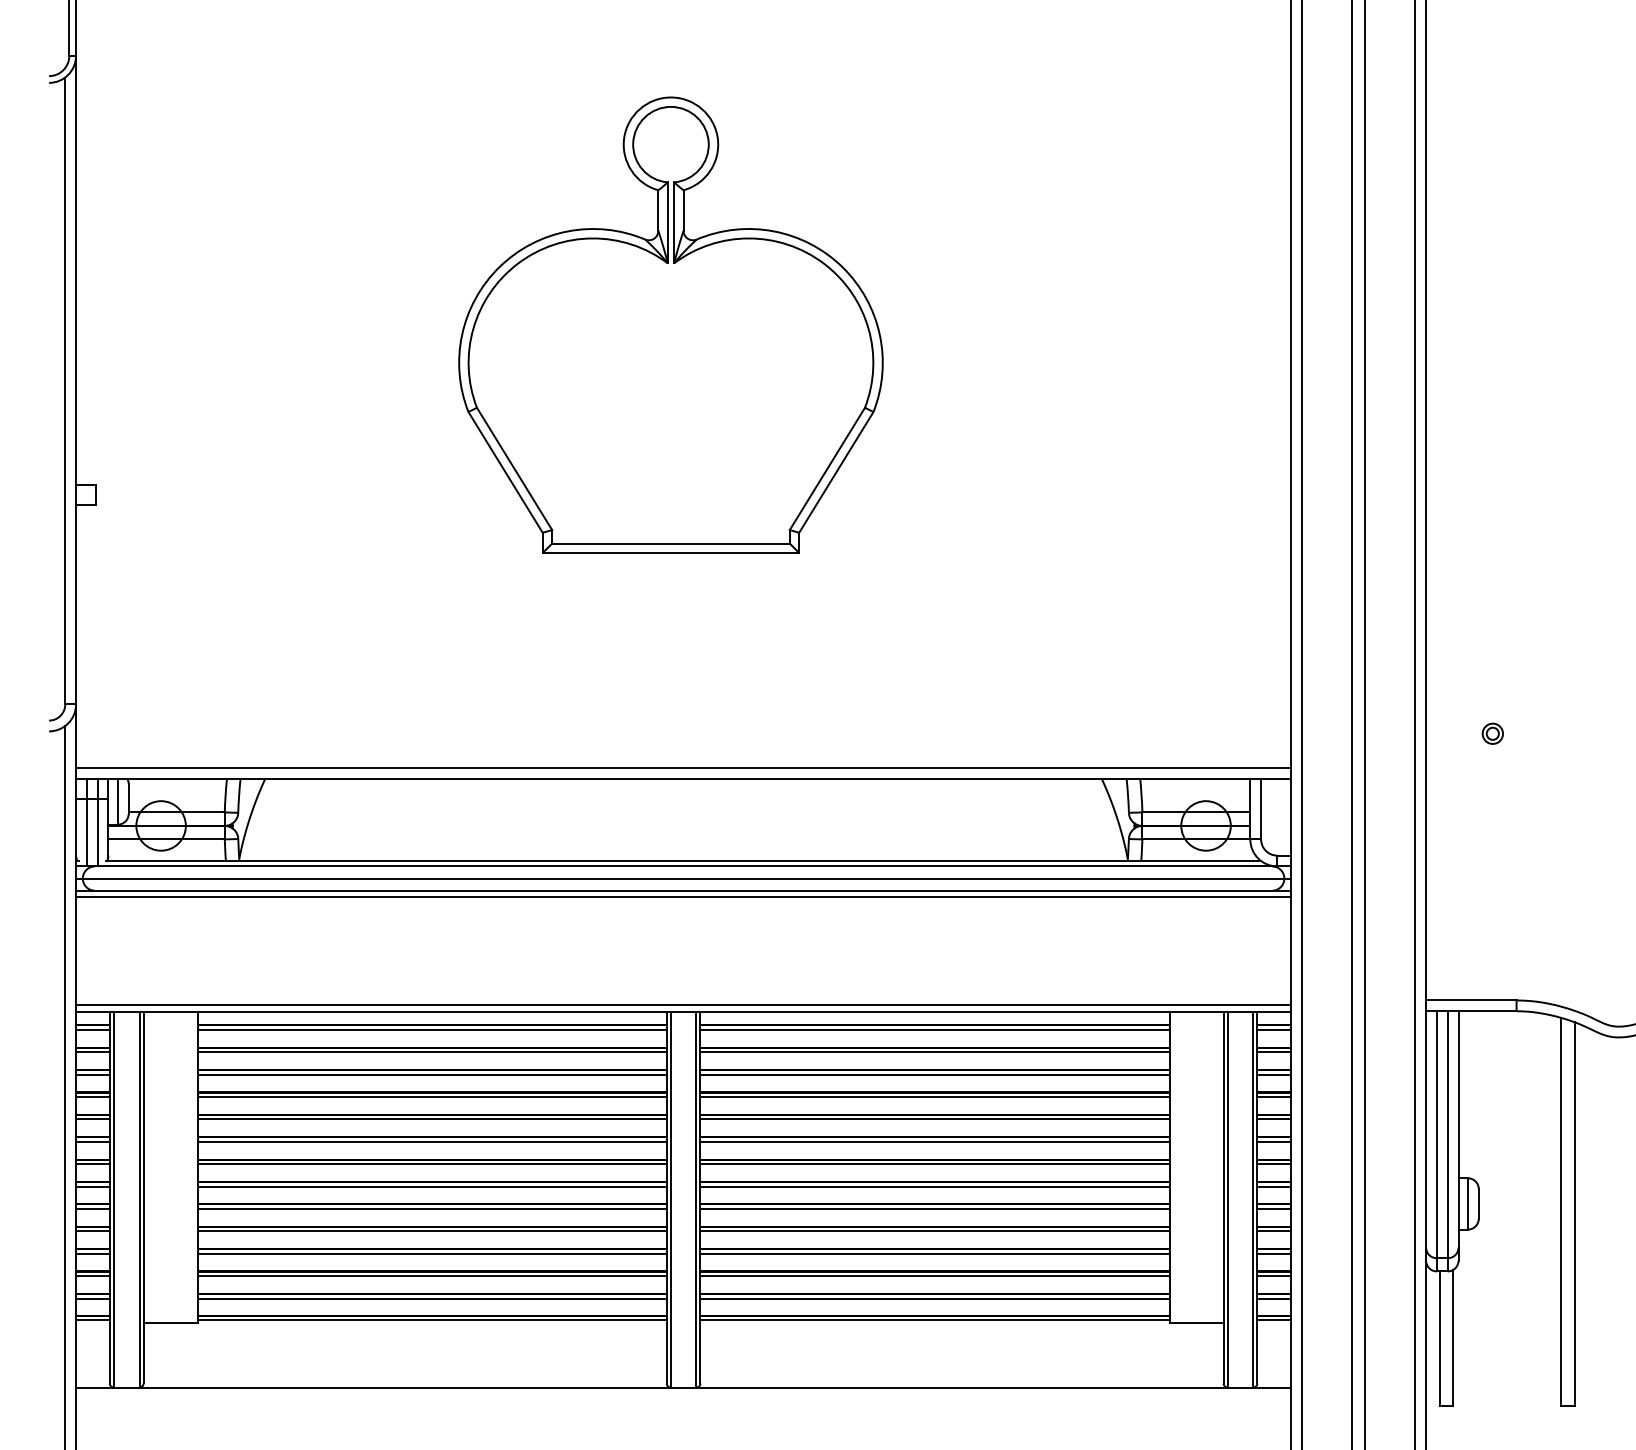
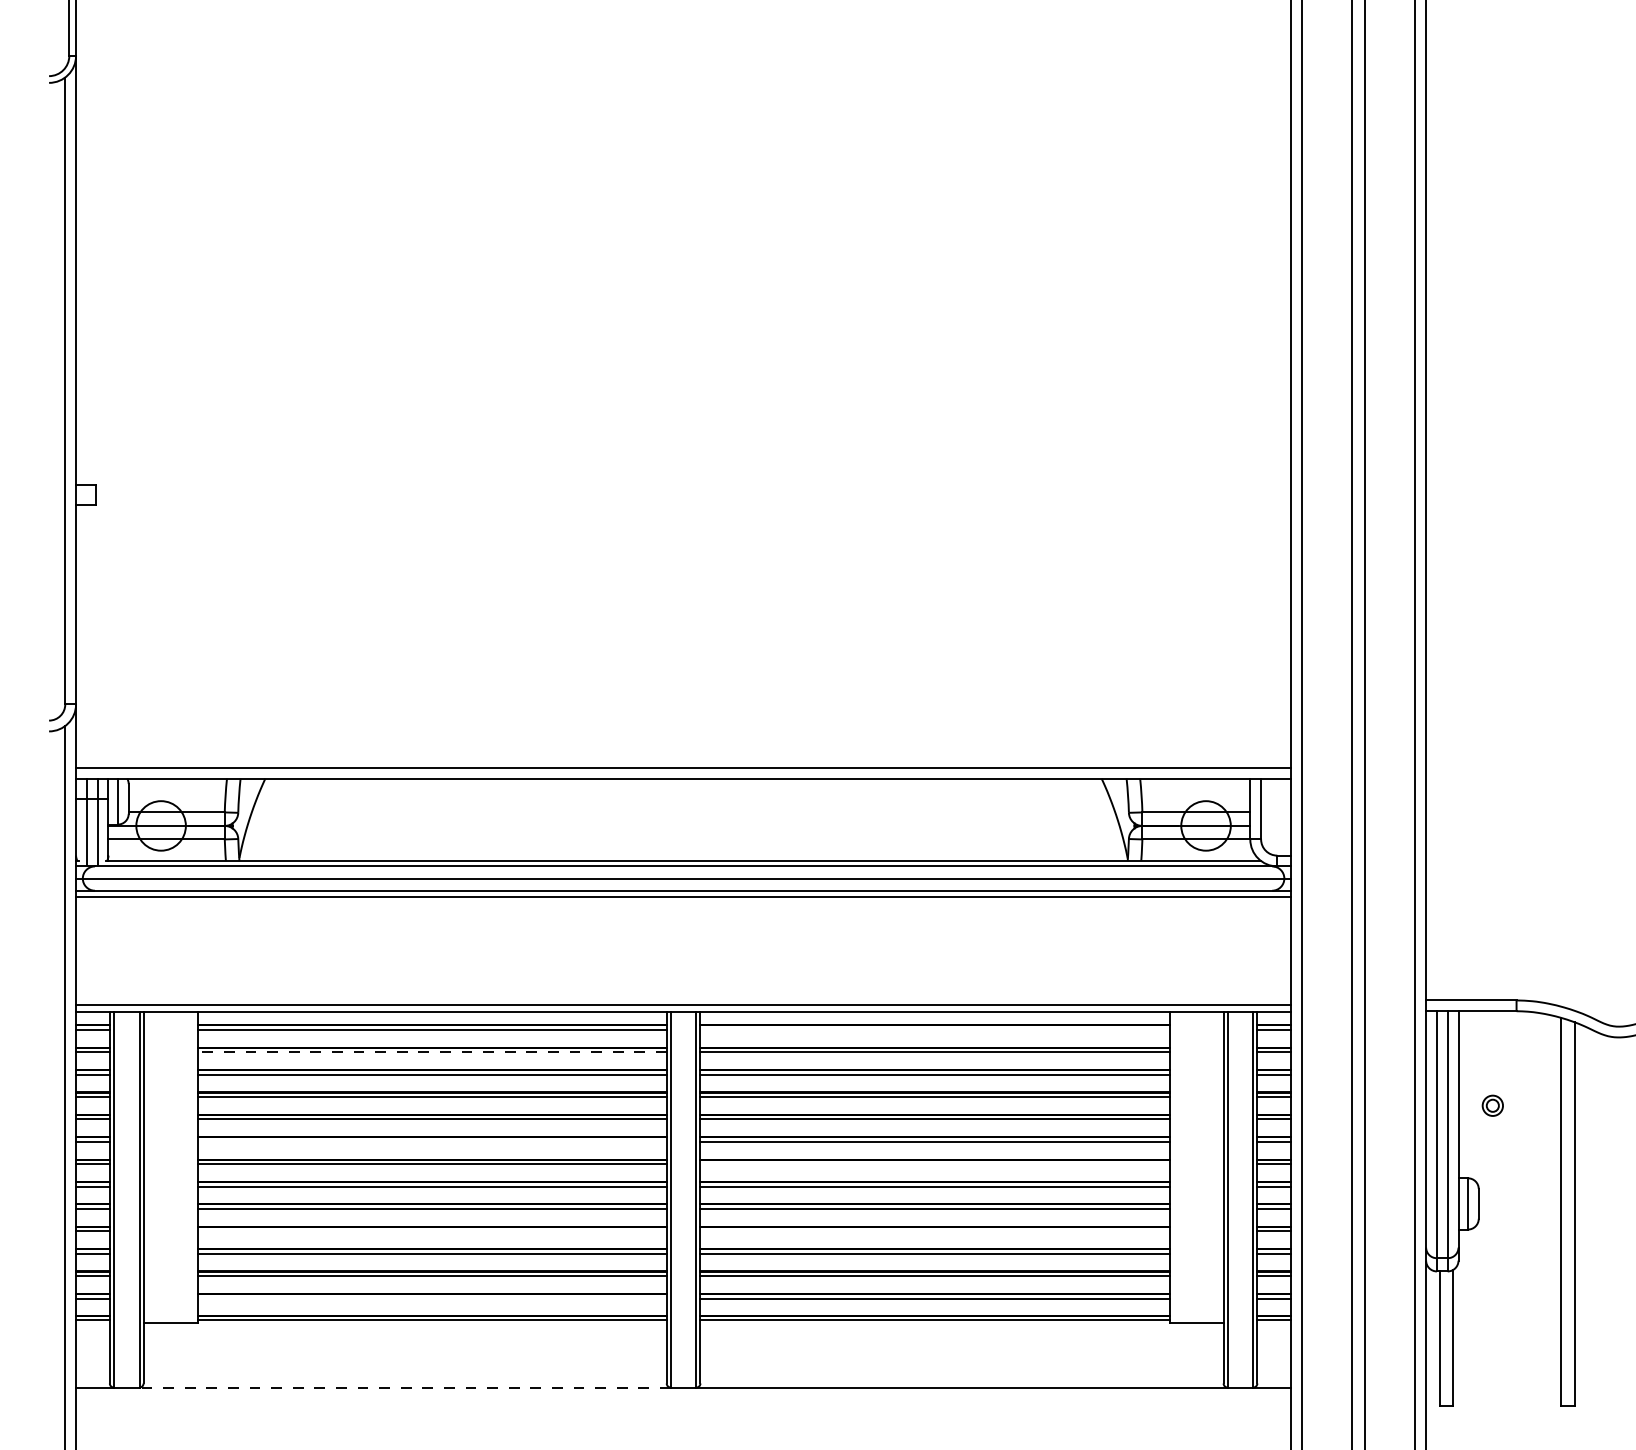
part at (670, 324): present -> none
part at (1492, 733) position: (1492, 733) -> (1492, 1105)
line at (934, 1029): present -> none
line at (432, 1052): solid -> dashed
line at (431, 1141): present -> none
line at (934, 1164): present -> none
line at (431, 1231): present -> none
line at (934, 1231): present -> none
line at (431, 1298): present -> none
line at (405, 1387): solid -> dashed
